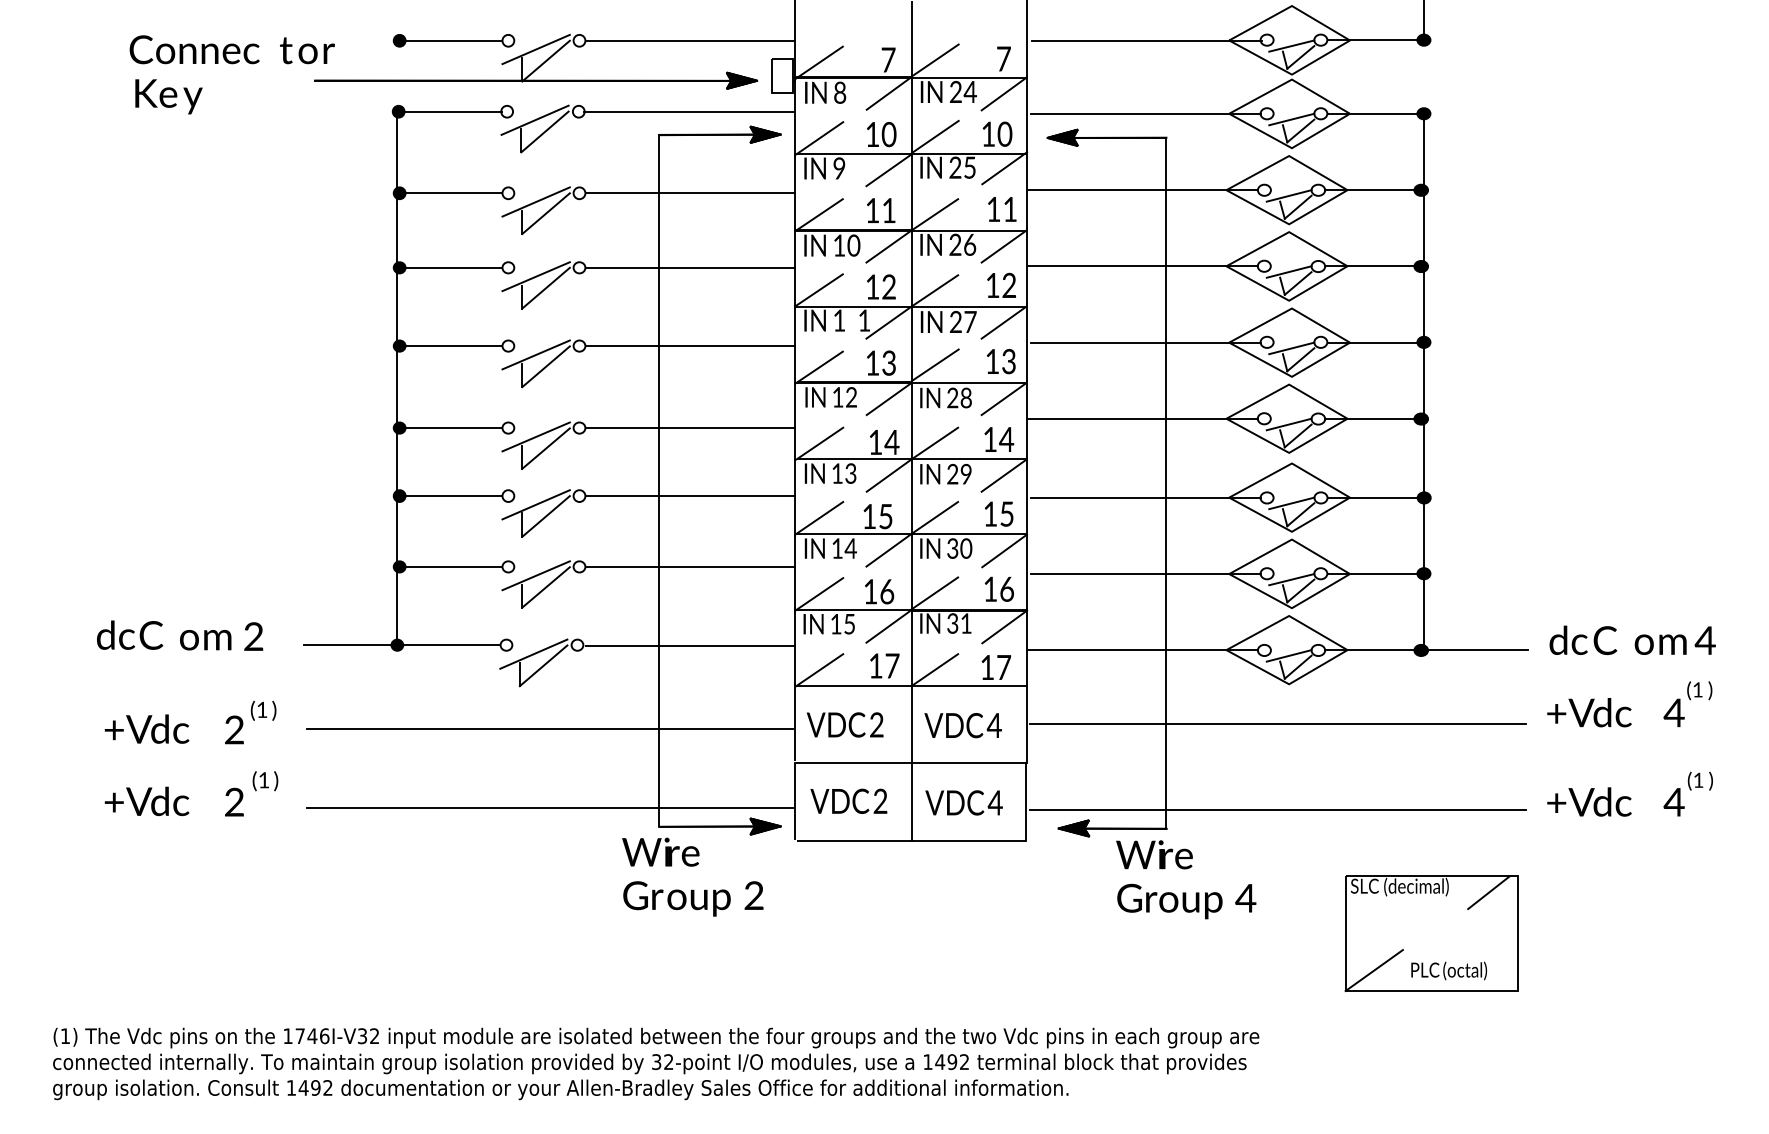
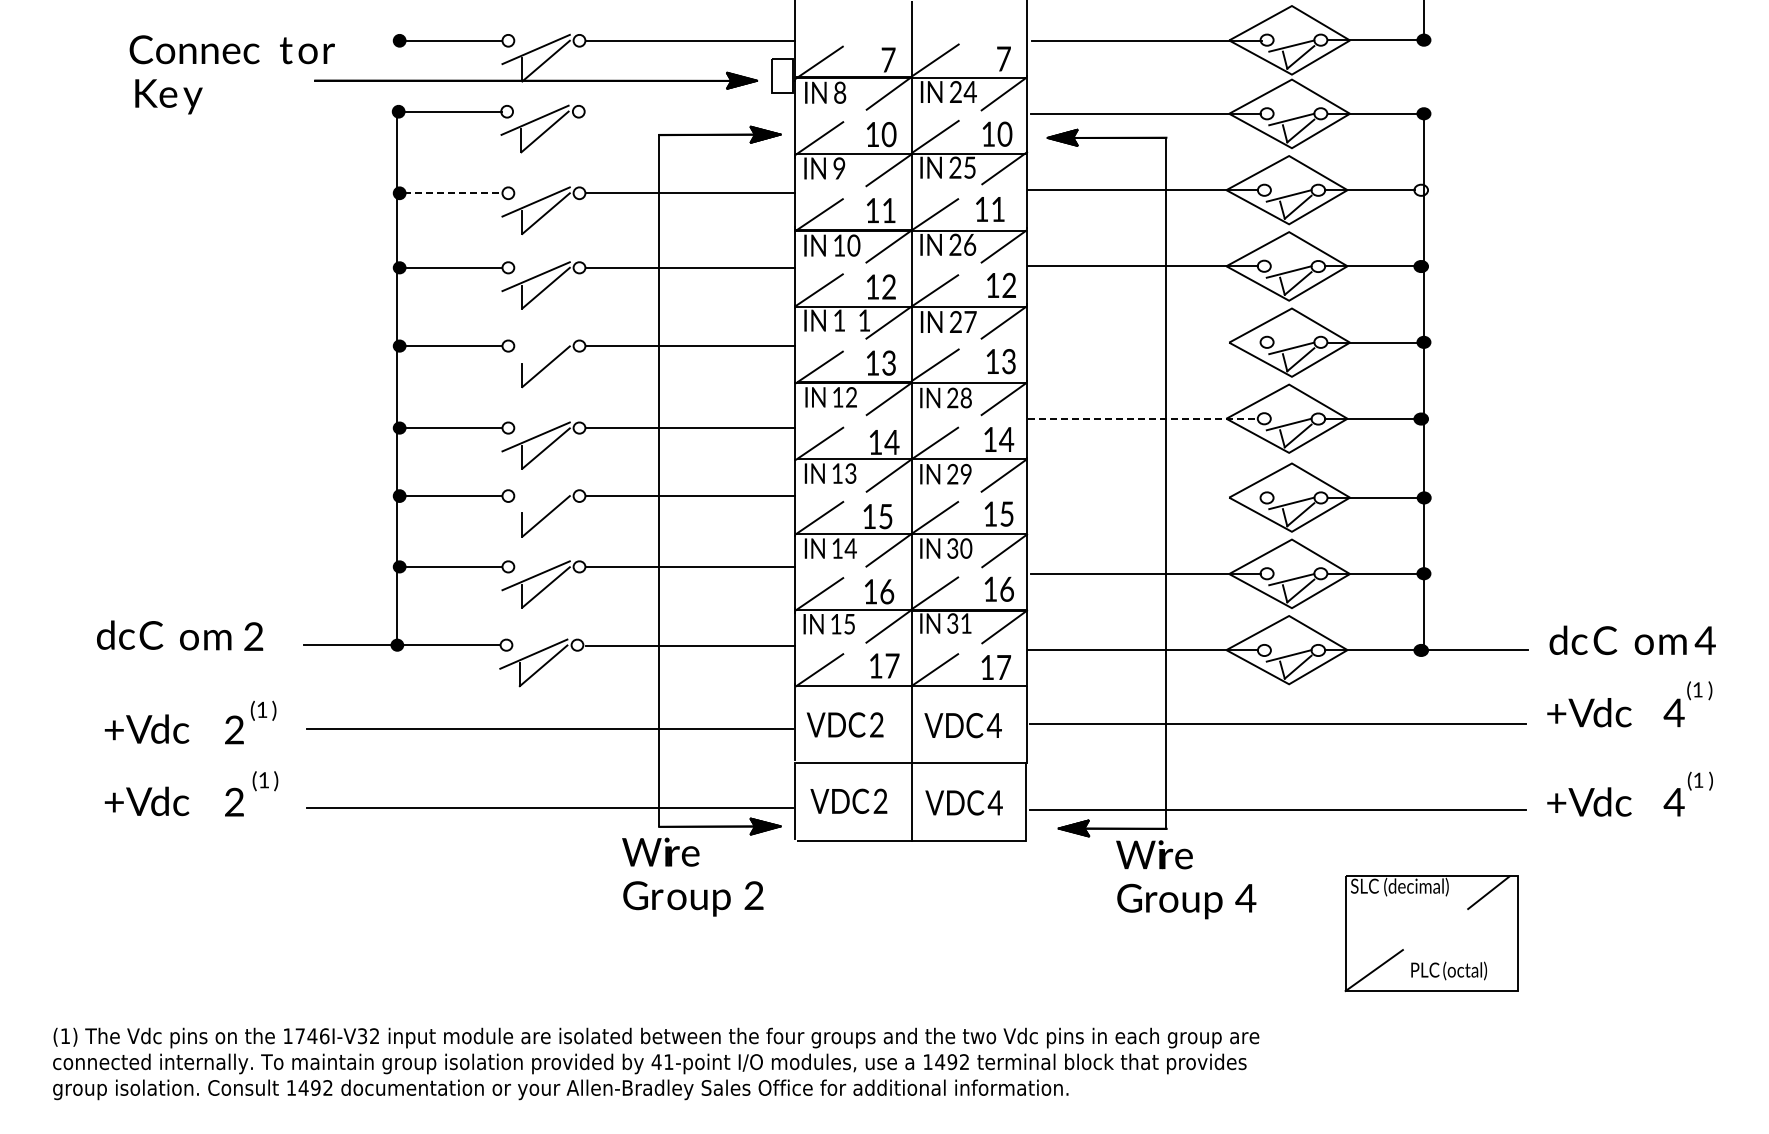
line at (689, 111): present -> none
fill at (1421, 189): present -> none
line at (453, 193): solid -> dashed
text at (1002, 209) position: (1002, 209) -> (990, 209)
line at (1145, 342): present -> none
line at (535, 354): present -> none
line at (1142, 418): solid -> dashed
line at (1145, 497): present -> none
line at (535, 504): present -> none
text at (662, 1062): 32-point -> 41-point
